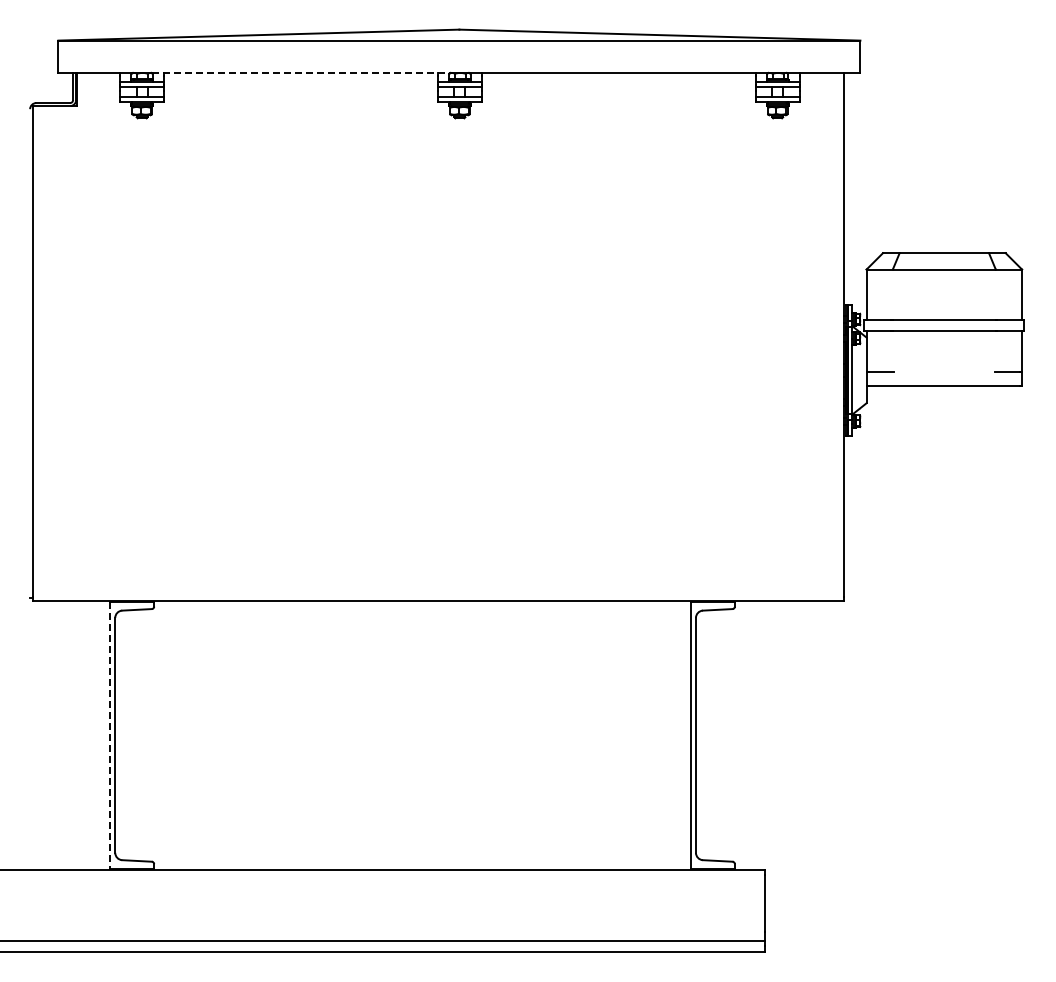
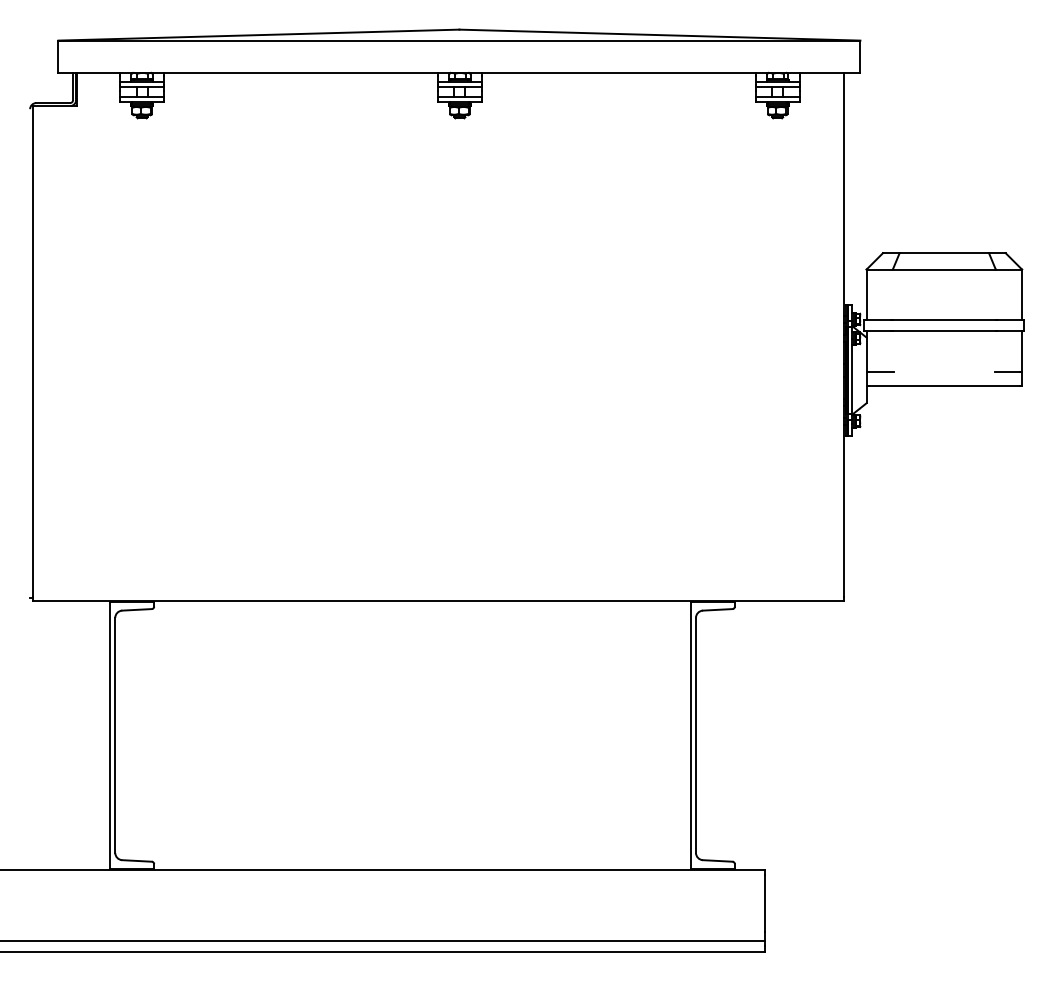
line at (301, 73): dashed -> solid
line at (110, 735): dashed -> solid
